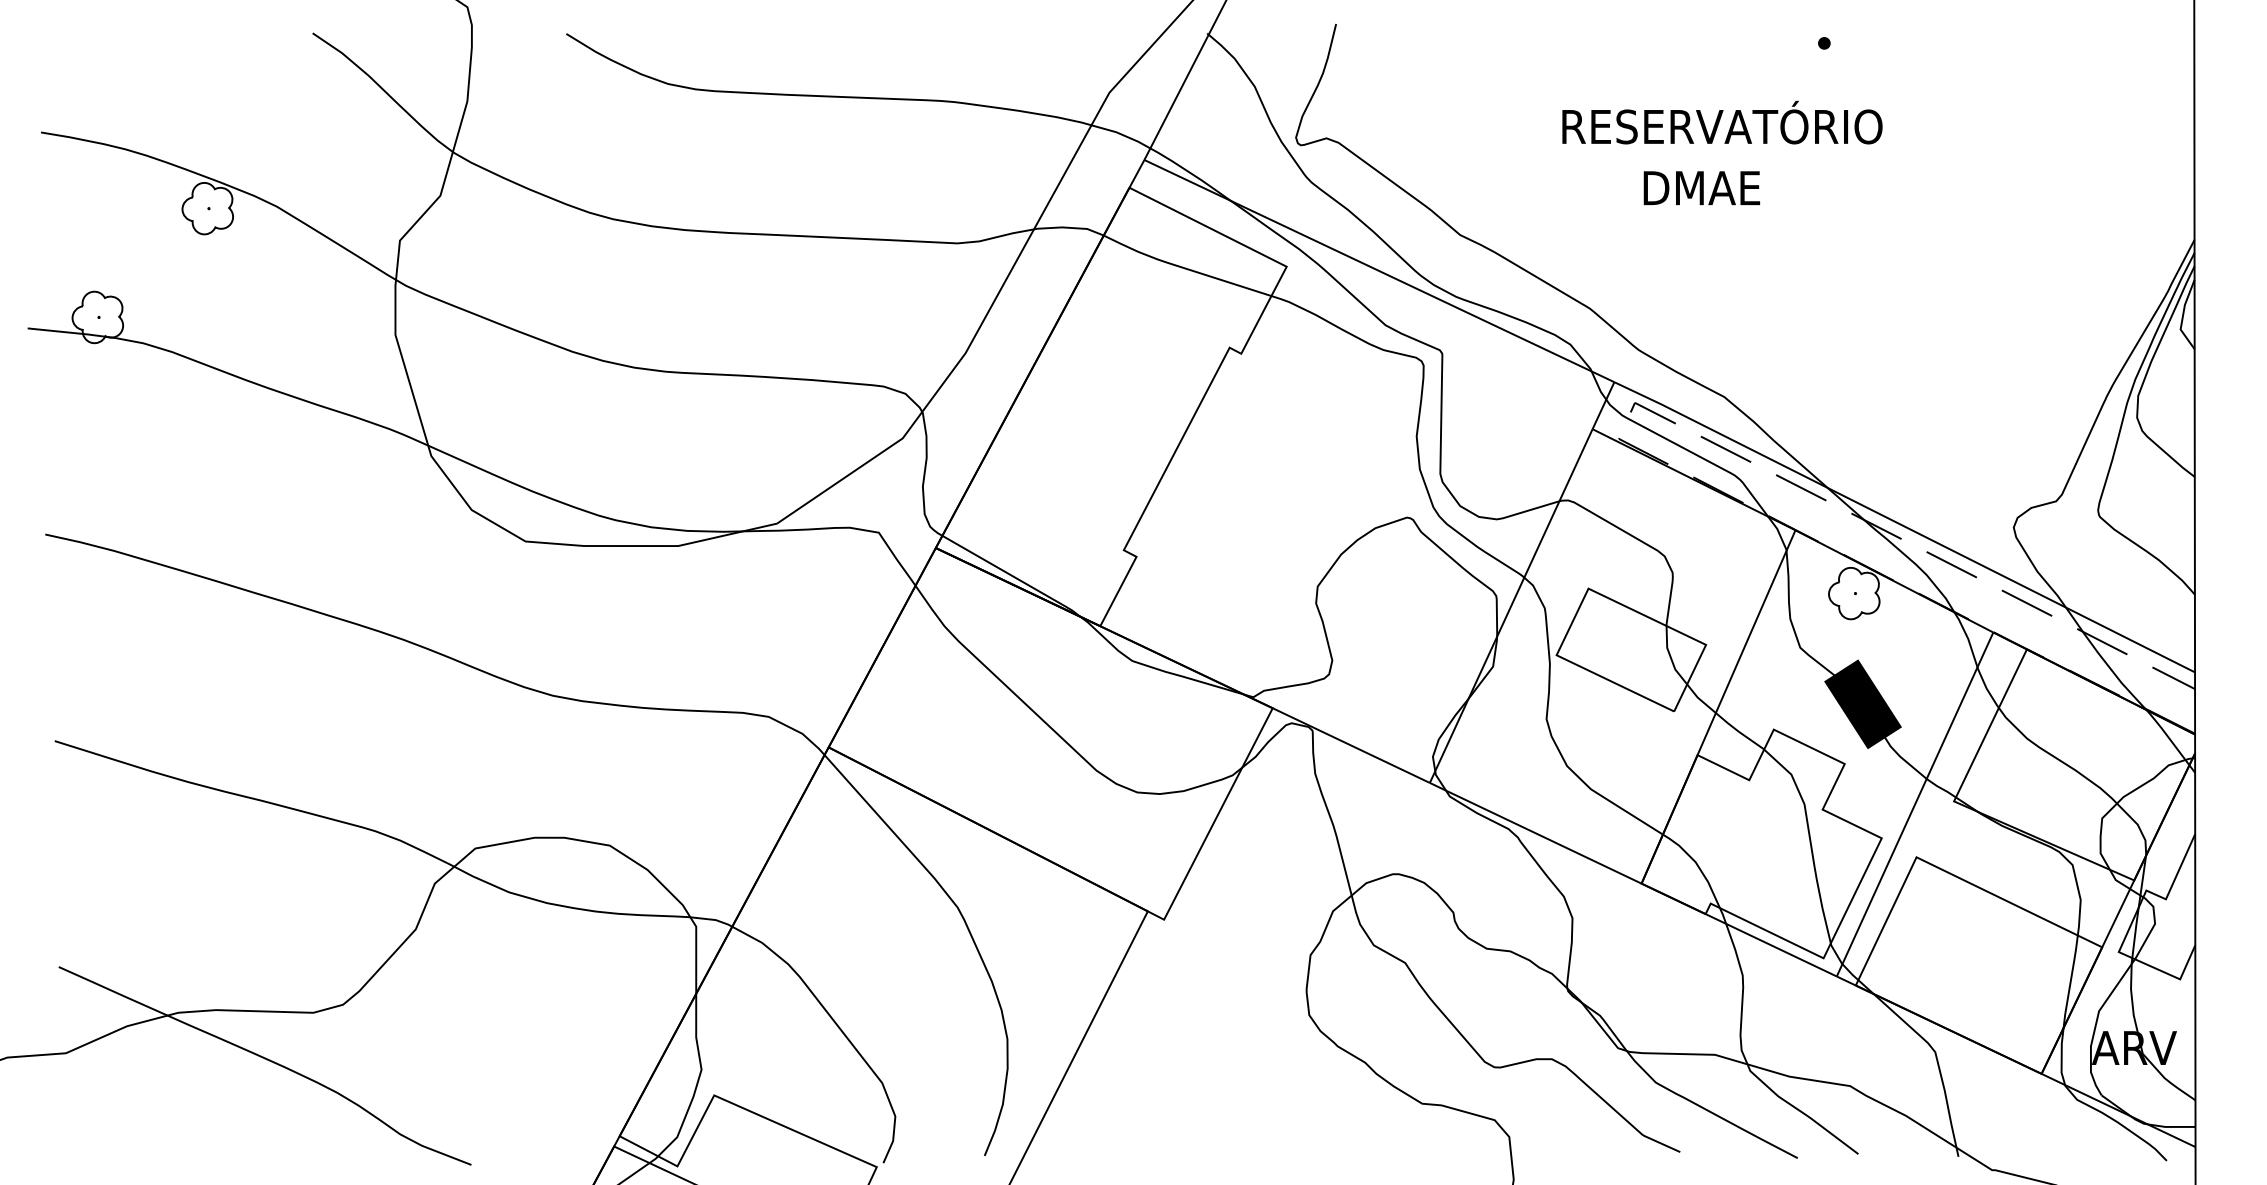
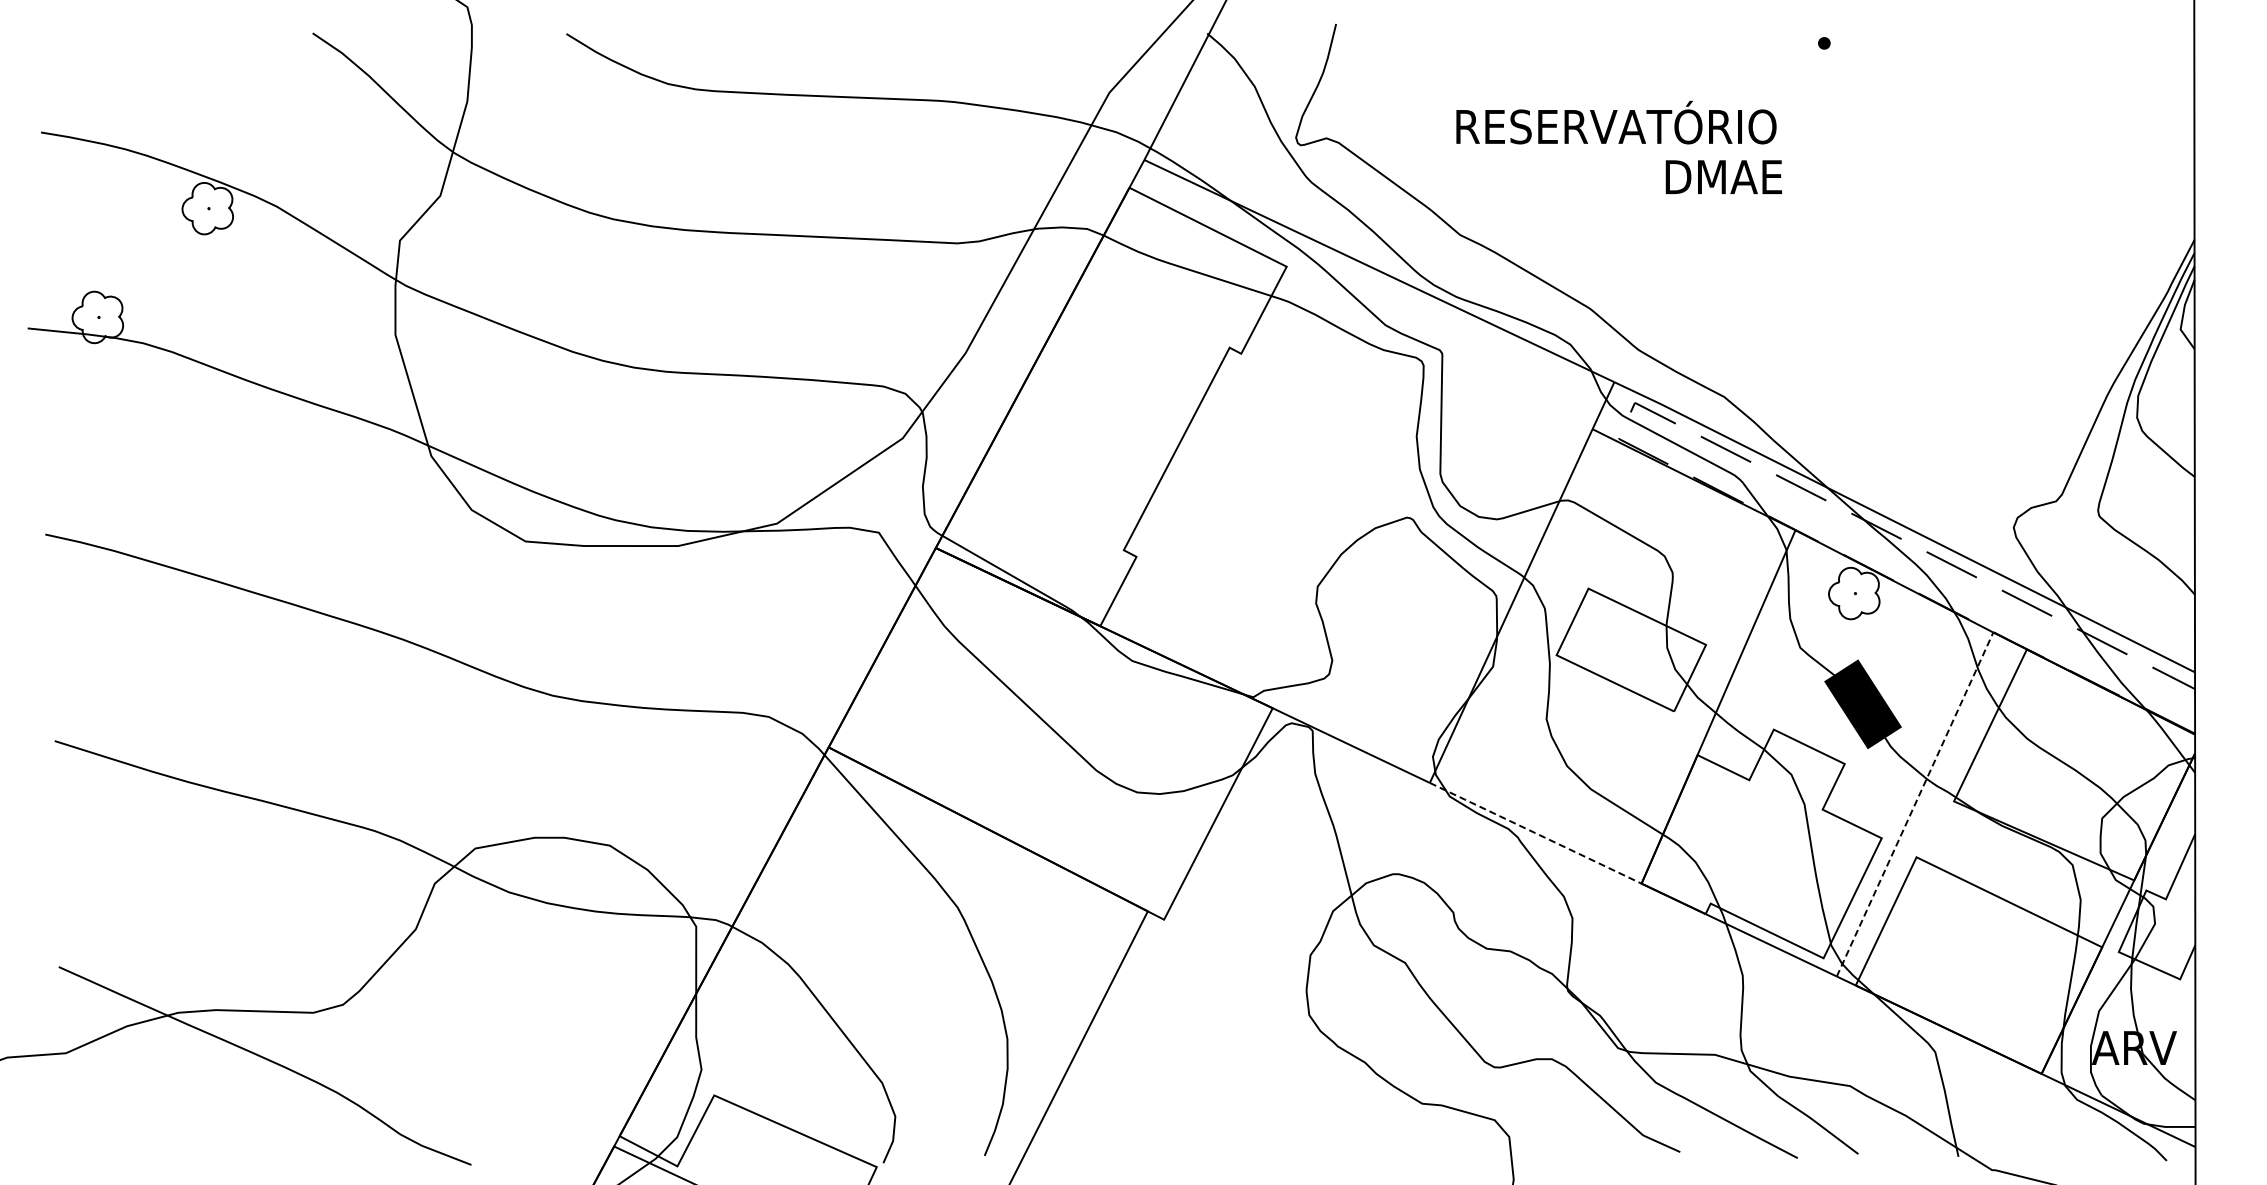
text at (1722, 122) position: (1722, 122) -> (1616, 122)
text at (1701, 187) position: (1701, 187) -> (1723, 176)
line at (1915, 804): solid -> dashed
line at (1536, 833): solid -> dashed
